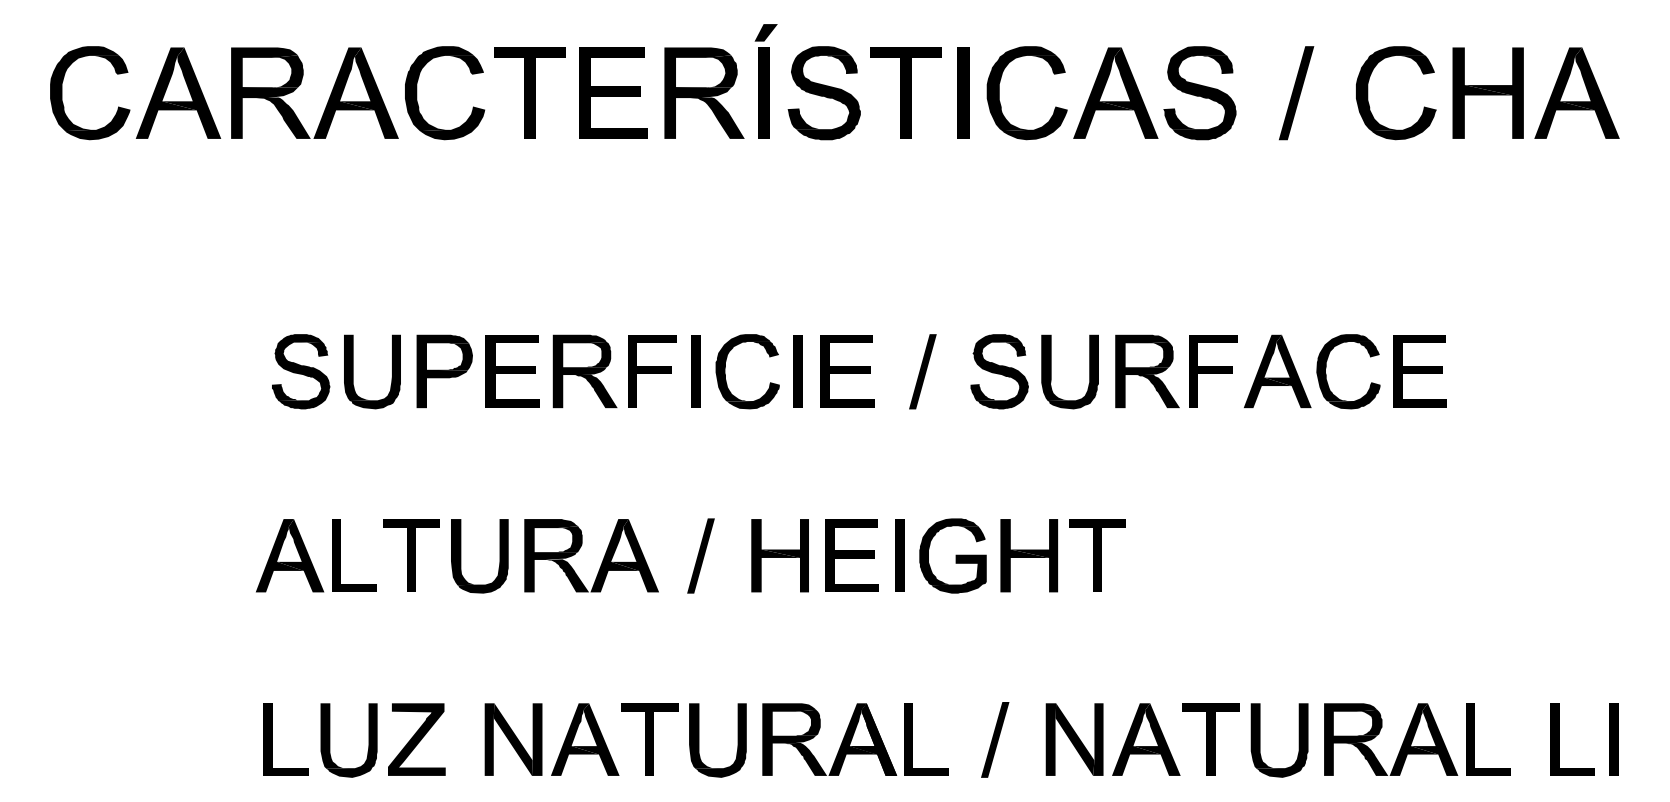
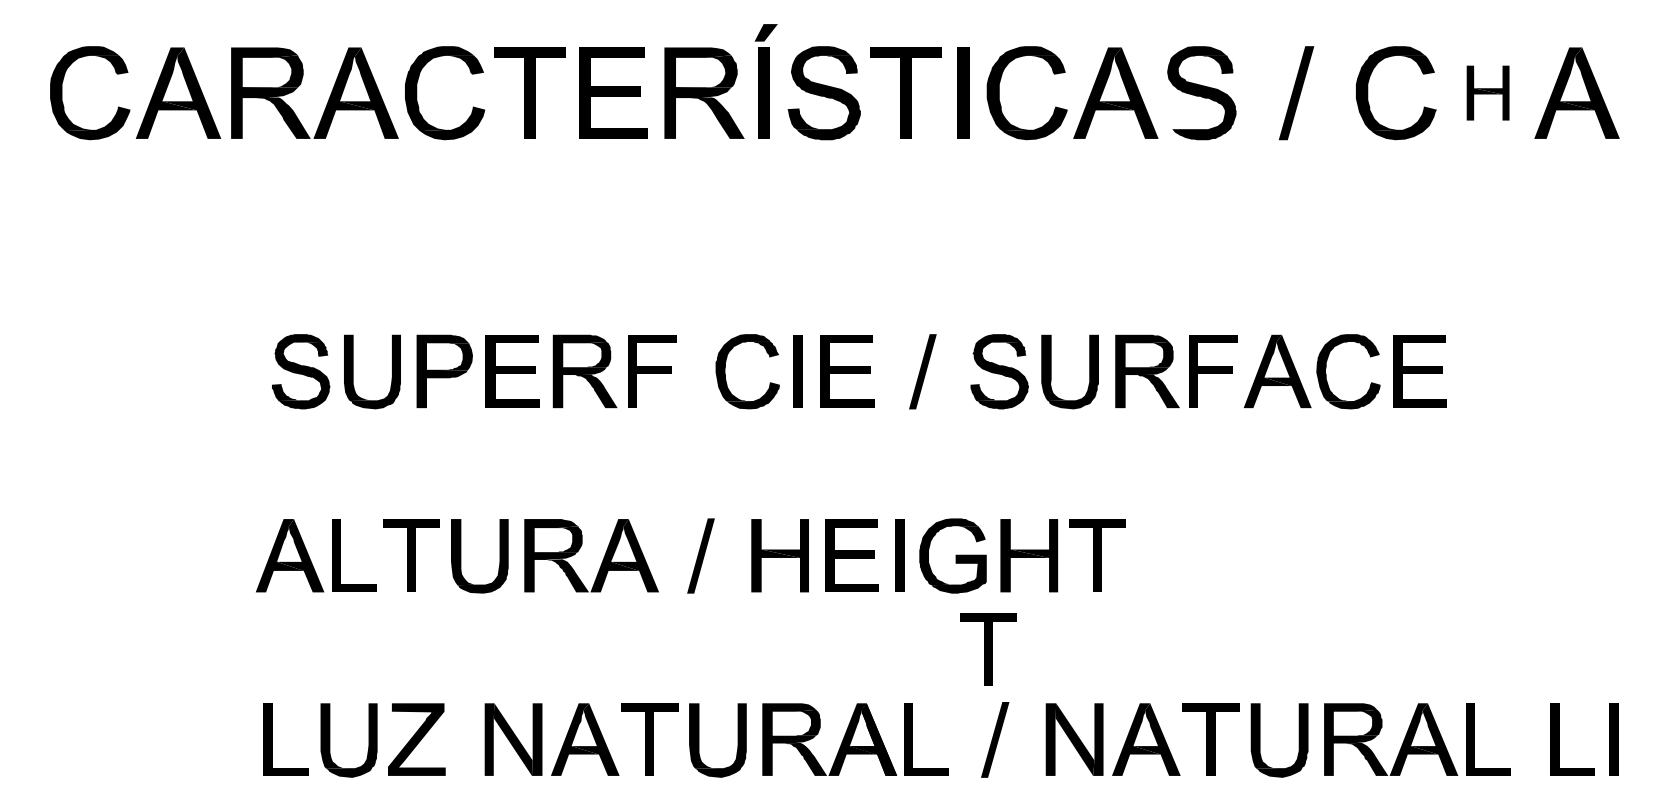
part at (1487, 92) size: 72x92 px -> 44x56 px
fill at (1181, 118): present -> none
fill at (695, 371): present -> none
part at (988, 649): none -> present
